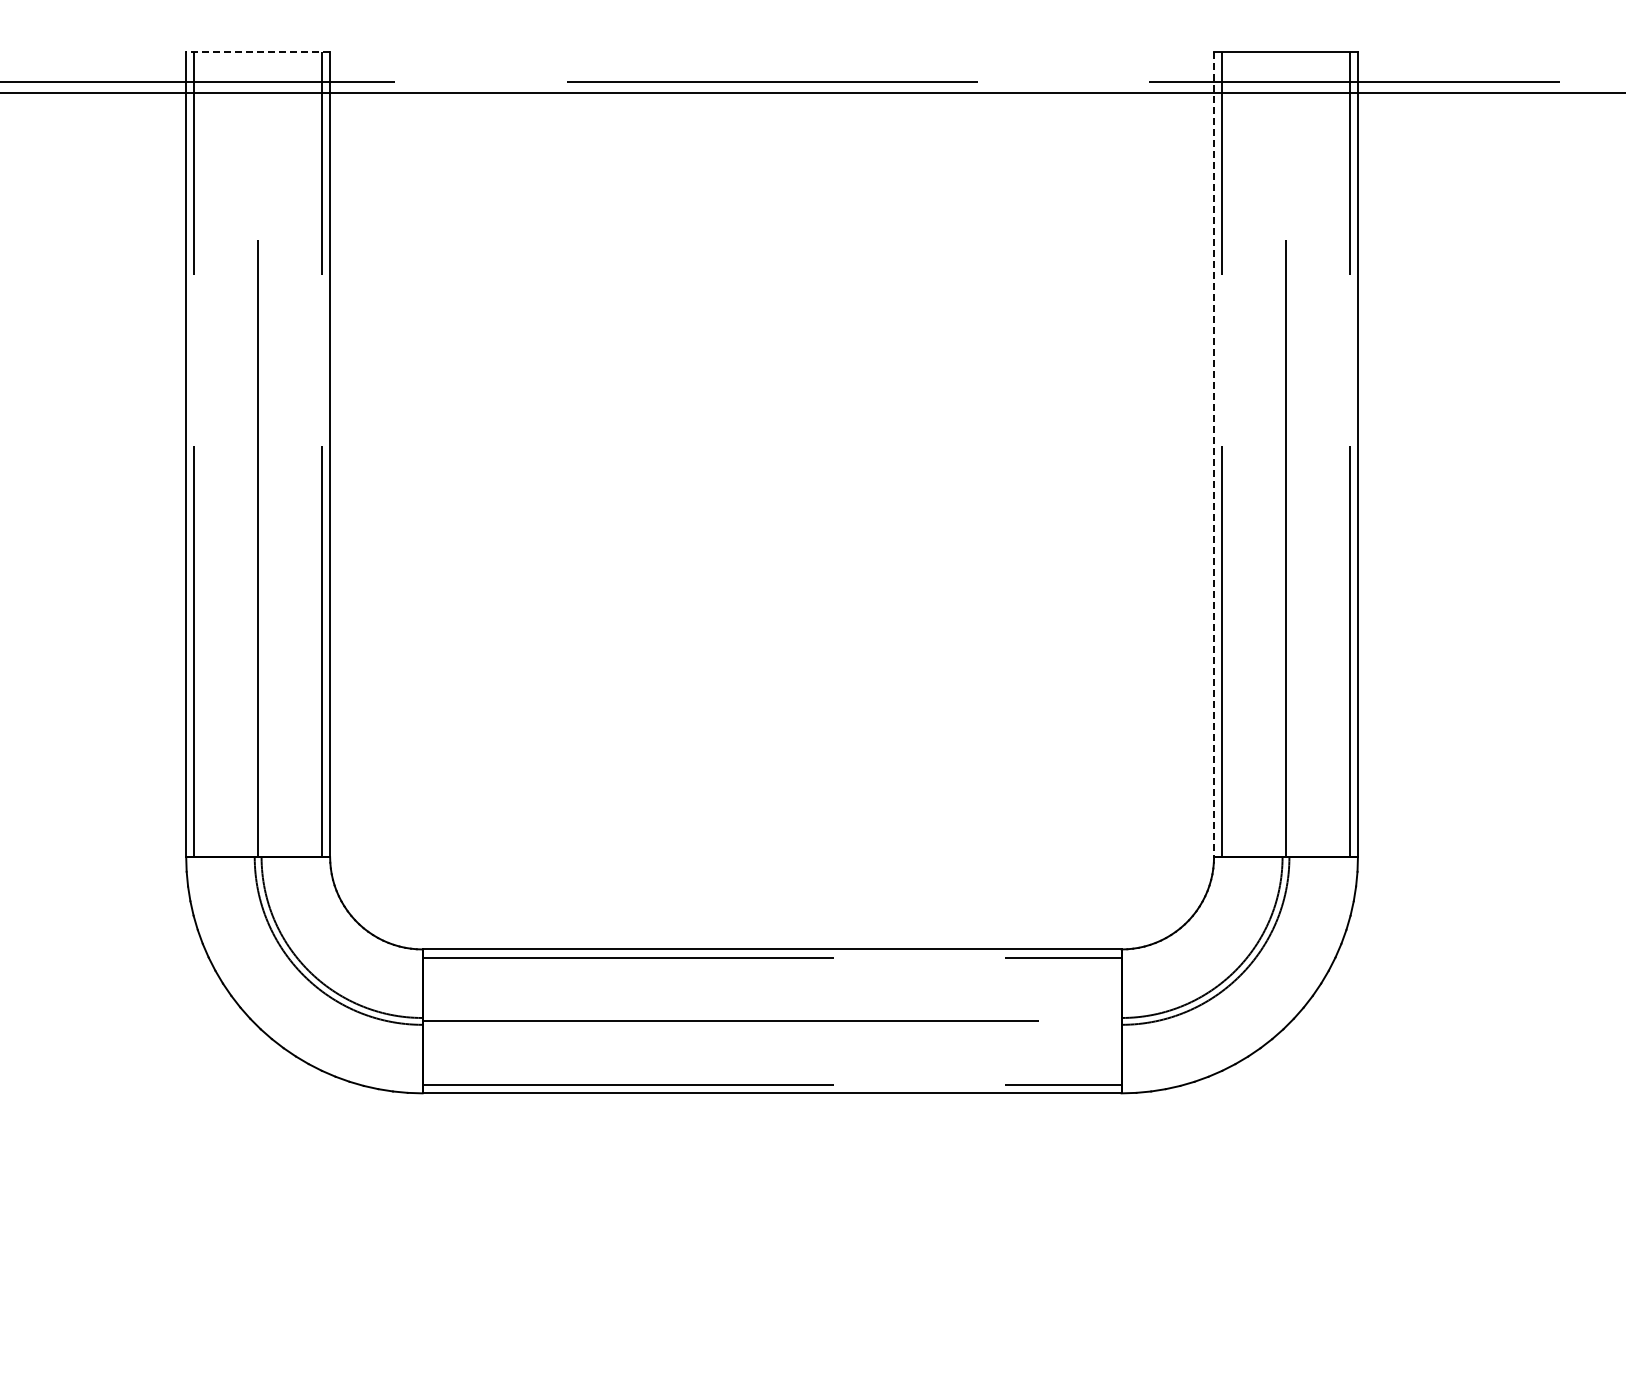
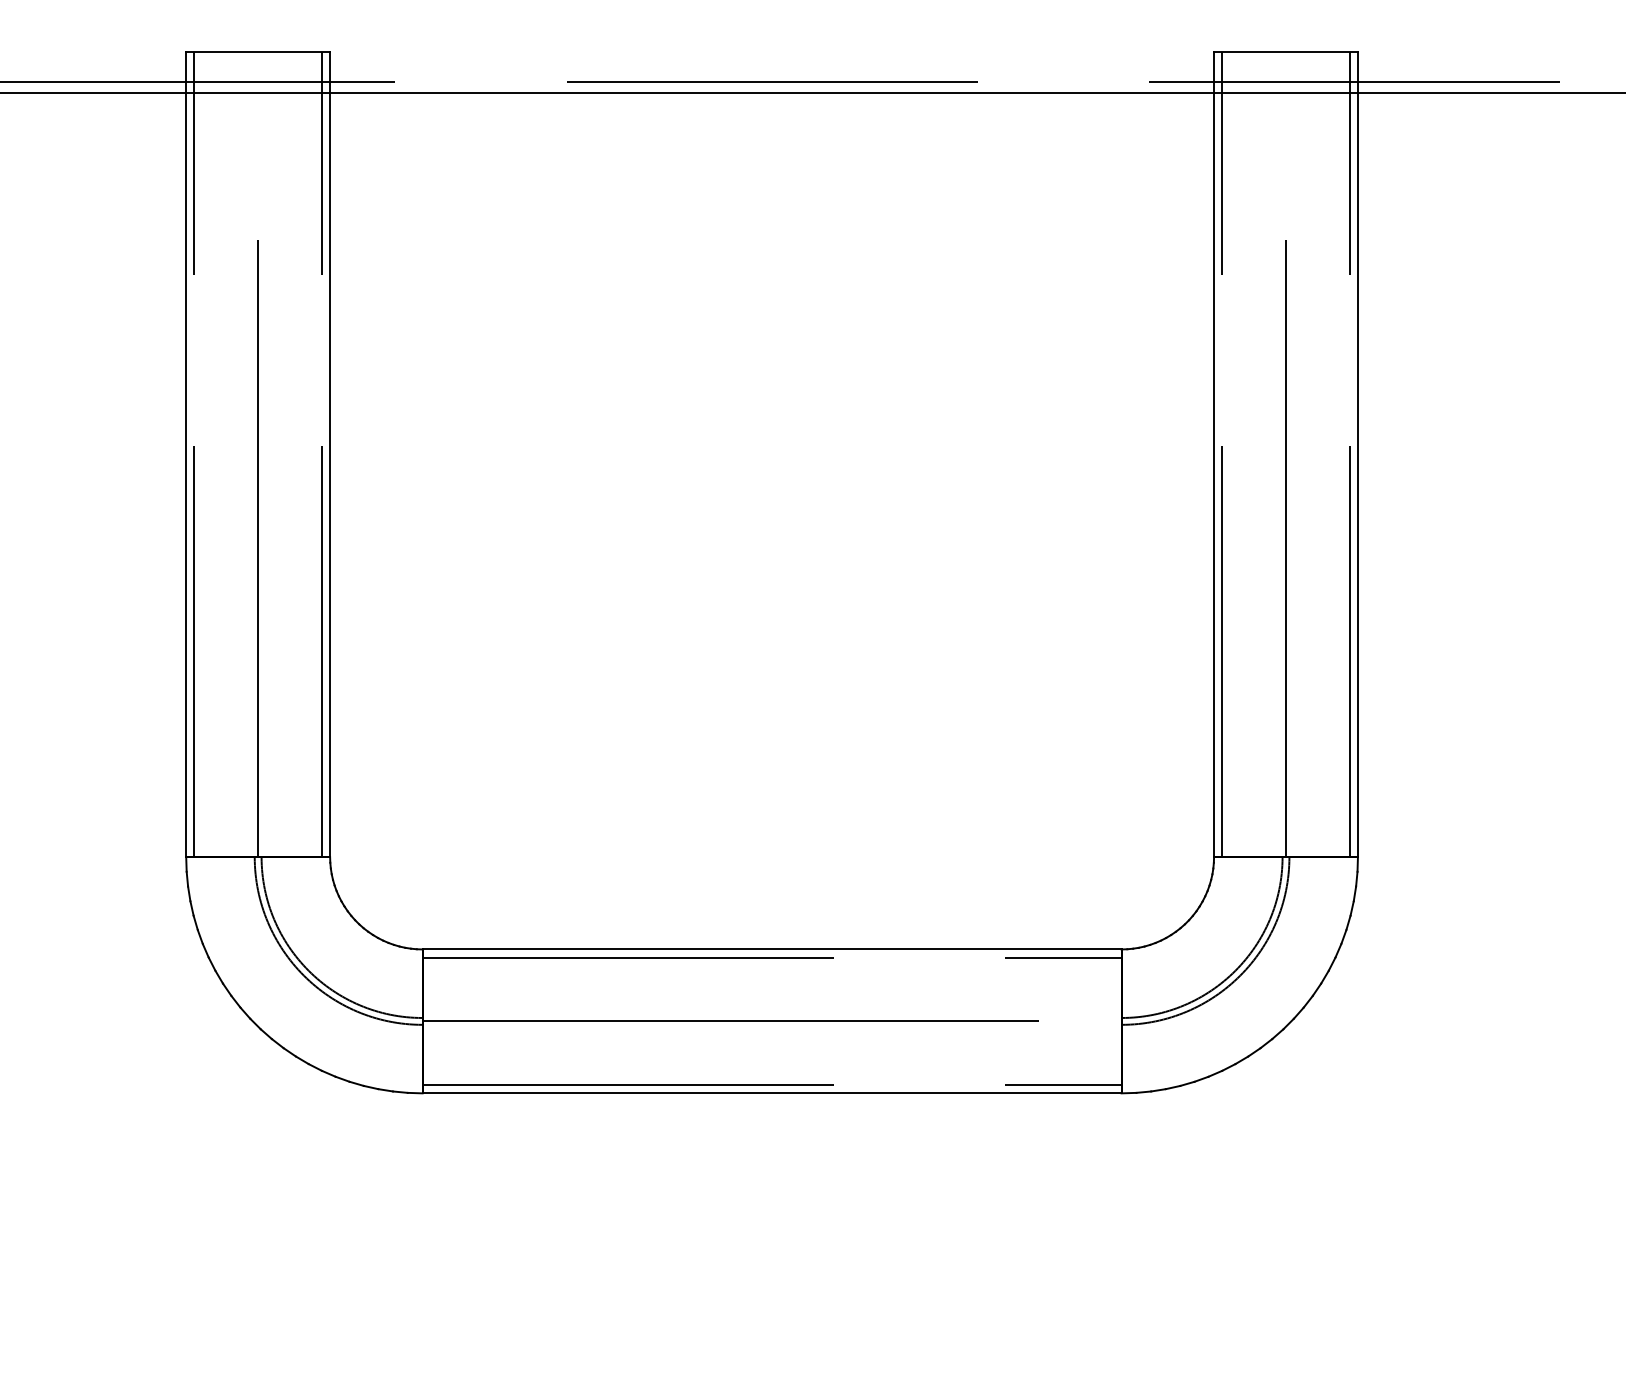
line at (258, 51): dashed -> solid
line at (1214, 454): dashed -> solid
